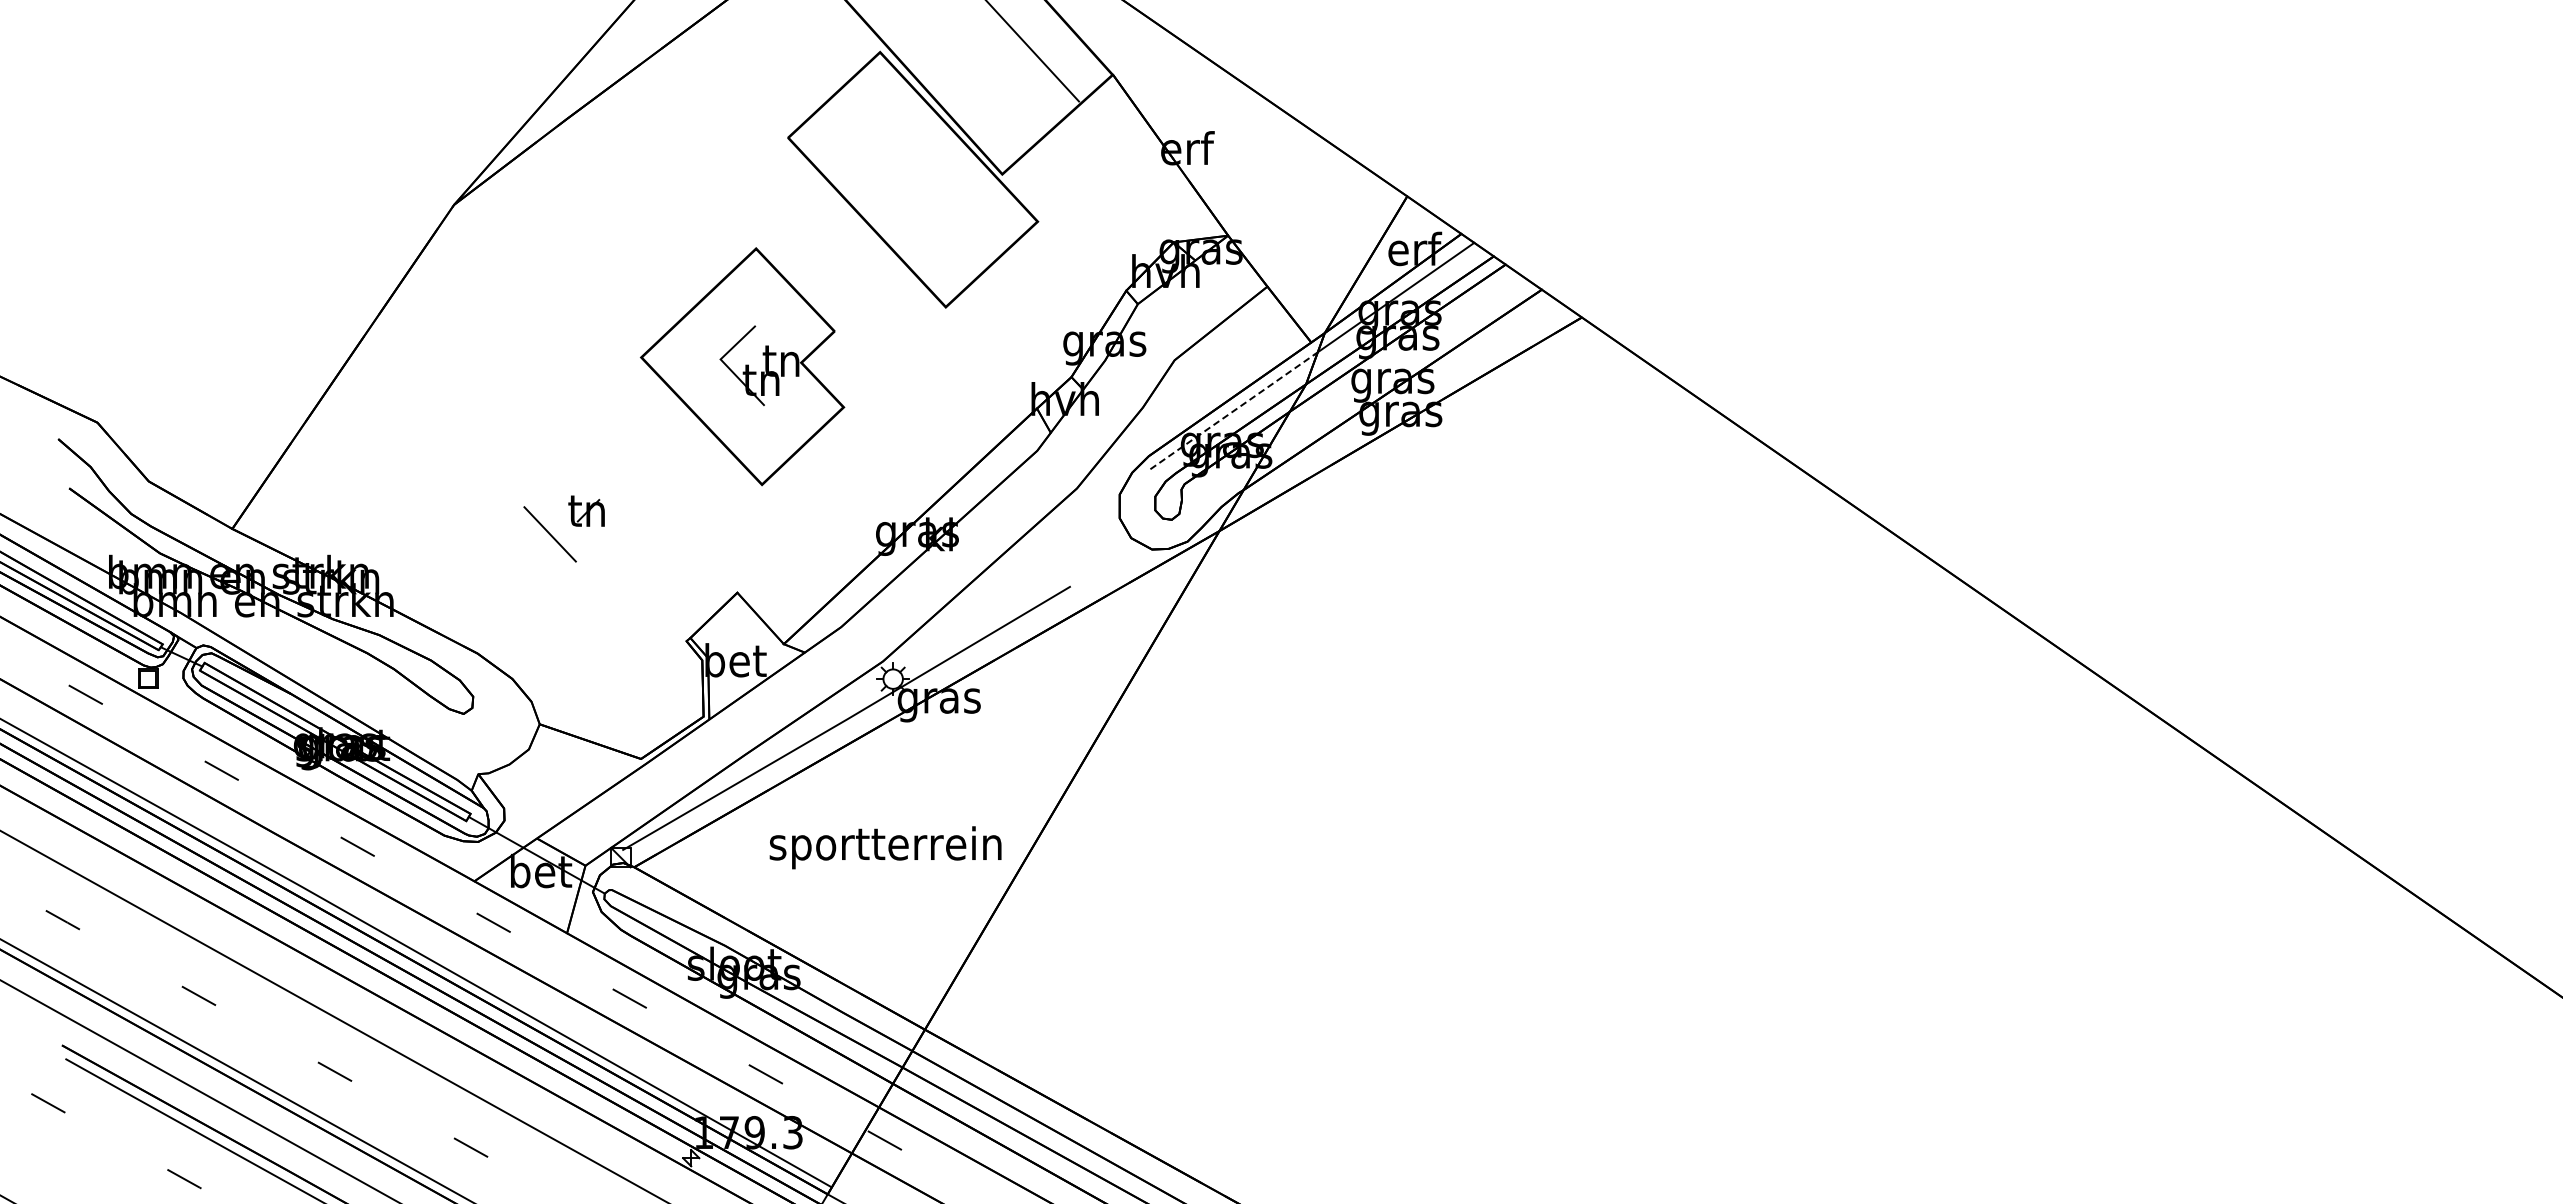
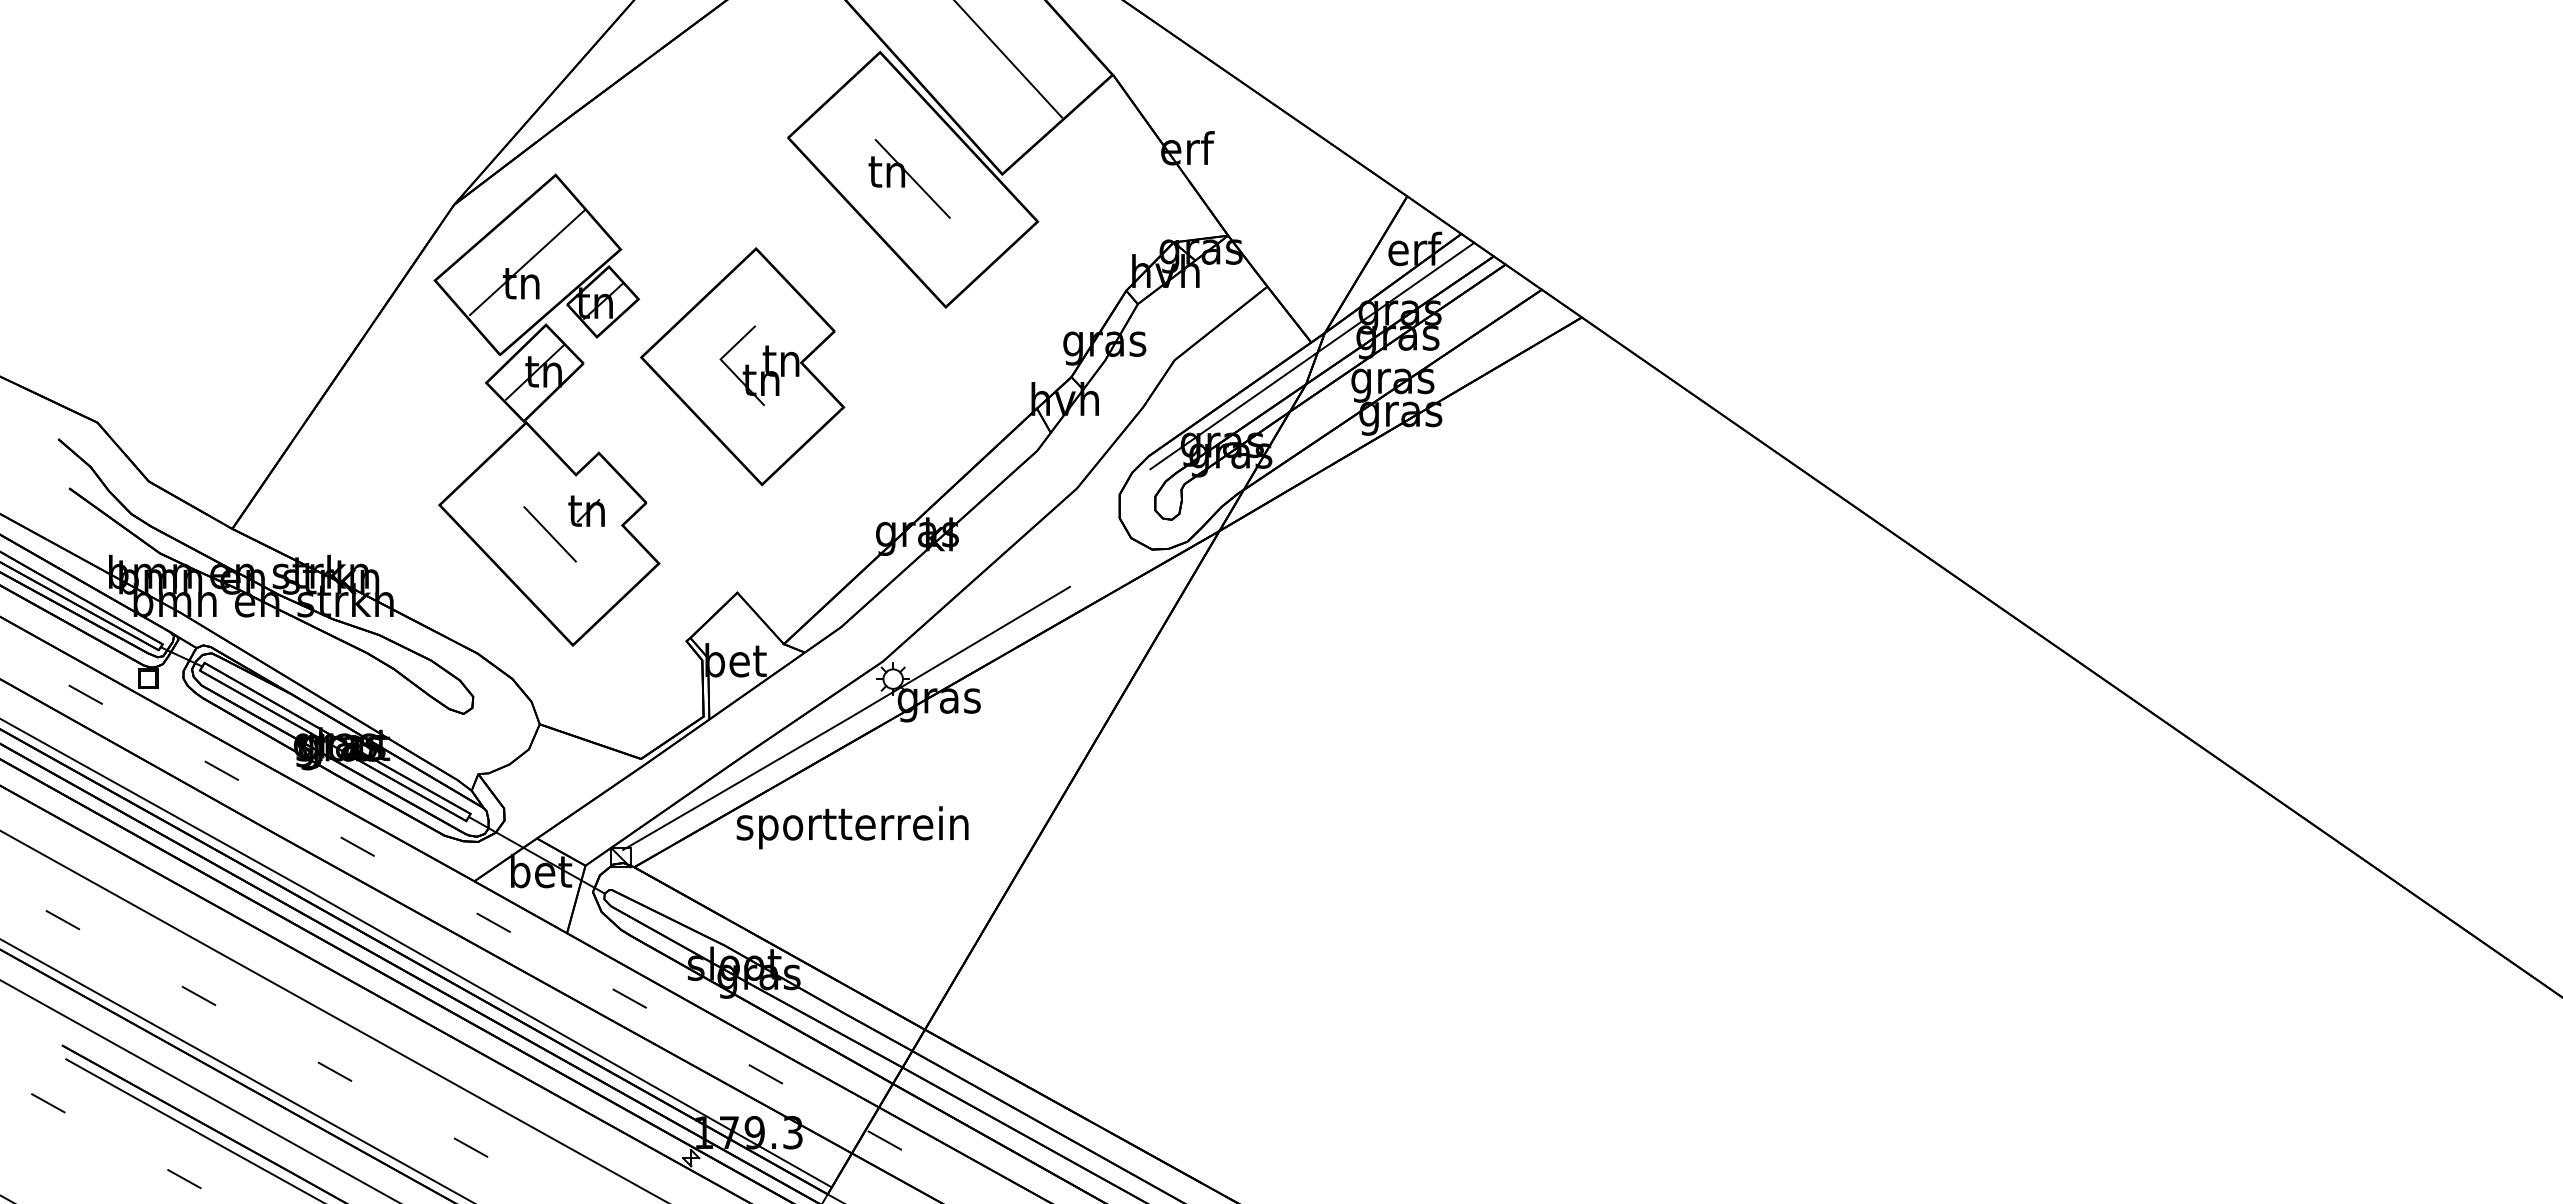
line at (1033, 51) position: (1033, 51) -> (1009, 59)
part at (909, 178): none -> present
part at (546, 409): none -> present
line at (1233, 411): dashed -> solid
text at (885, 847) position: (885, 847) -> (852, 827)
